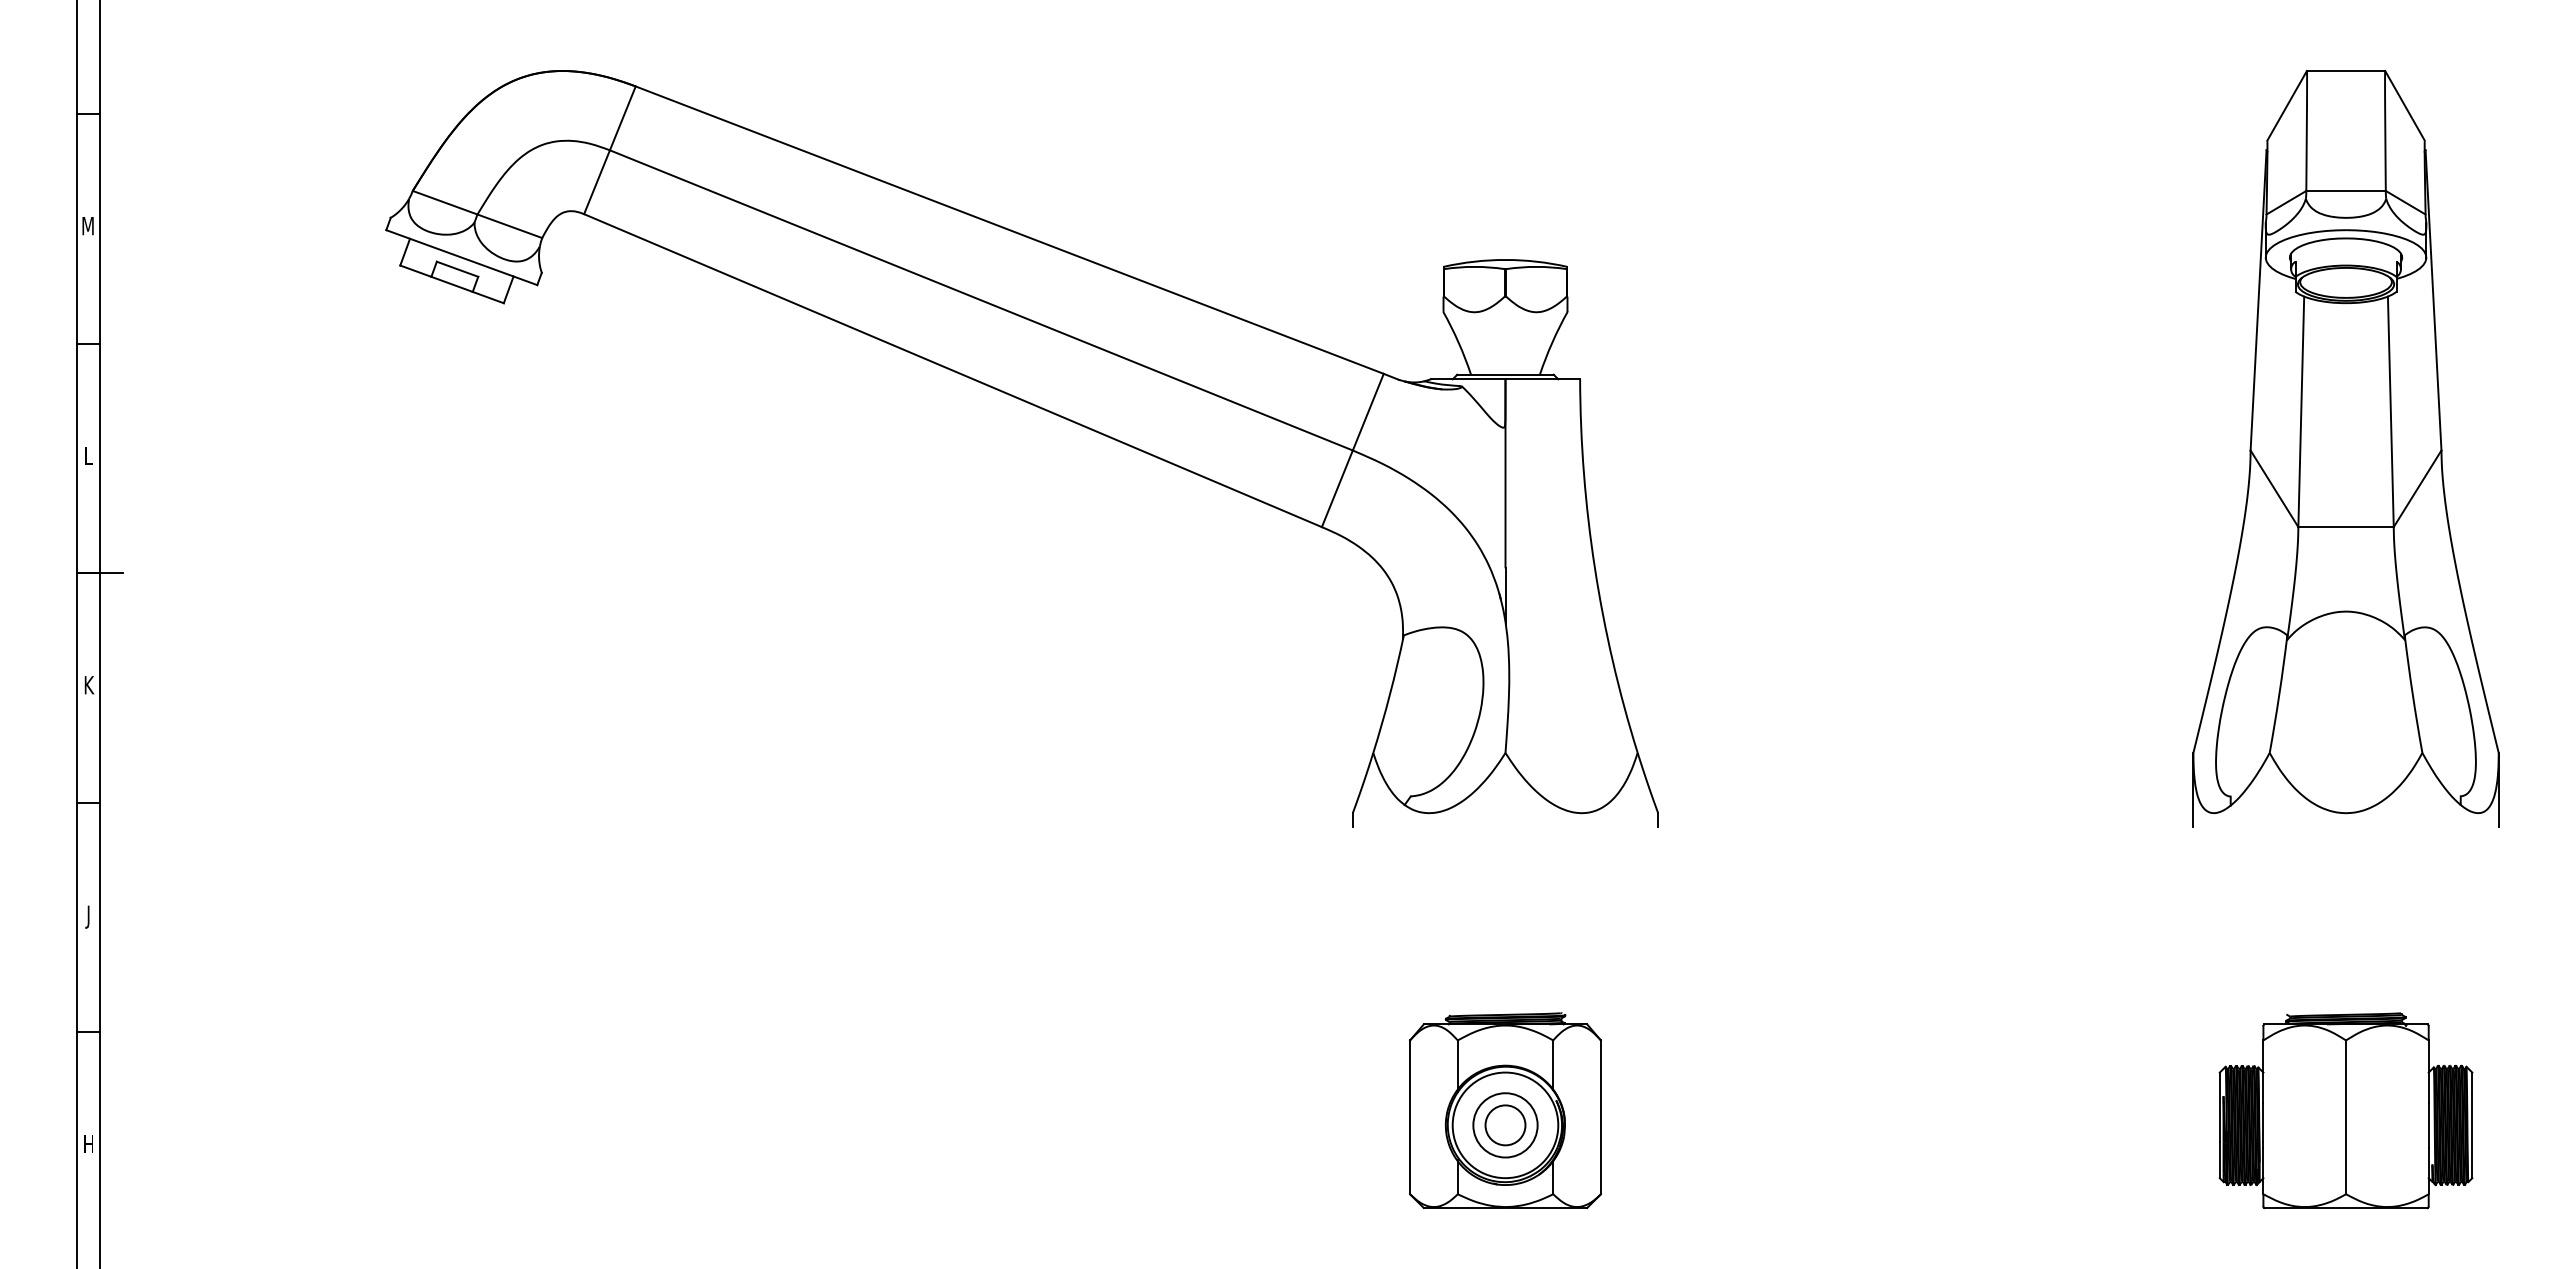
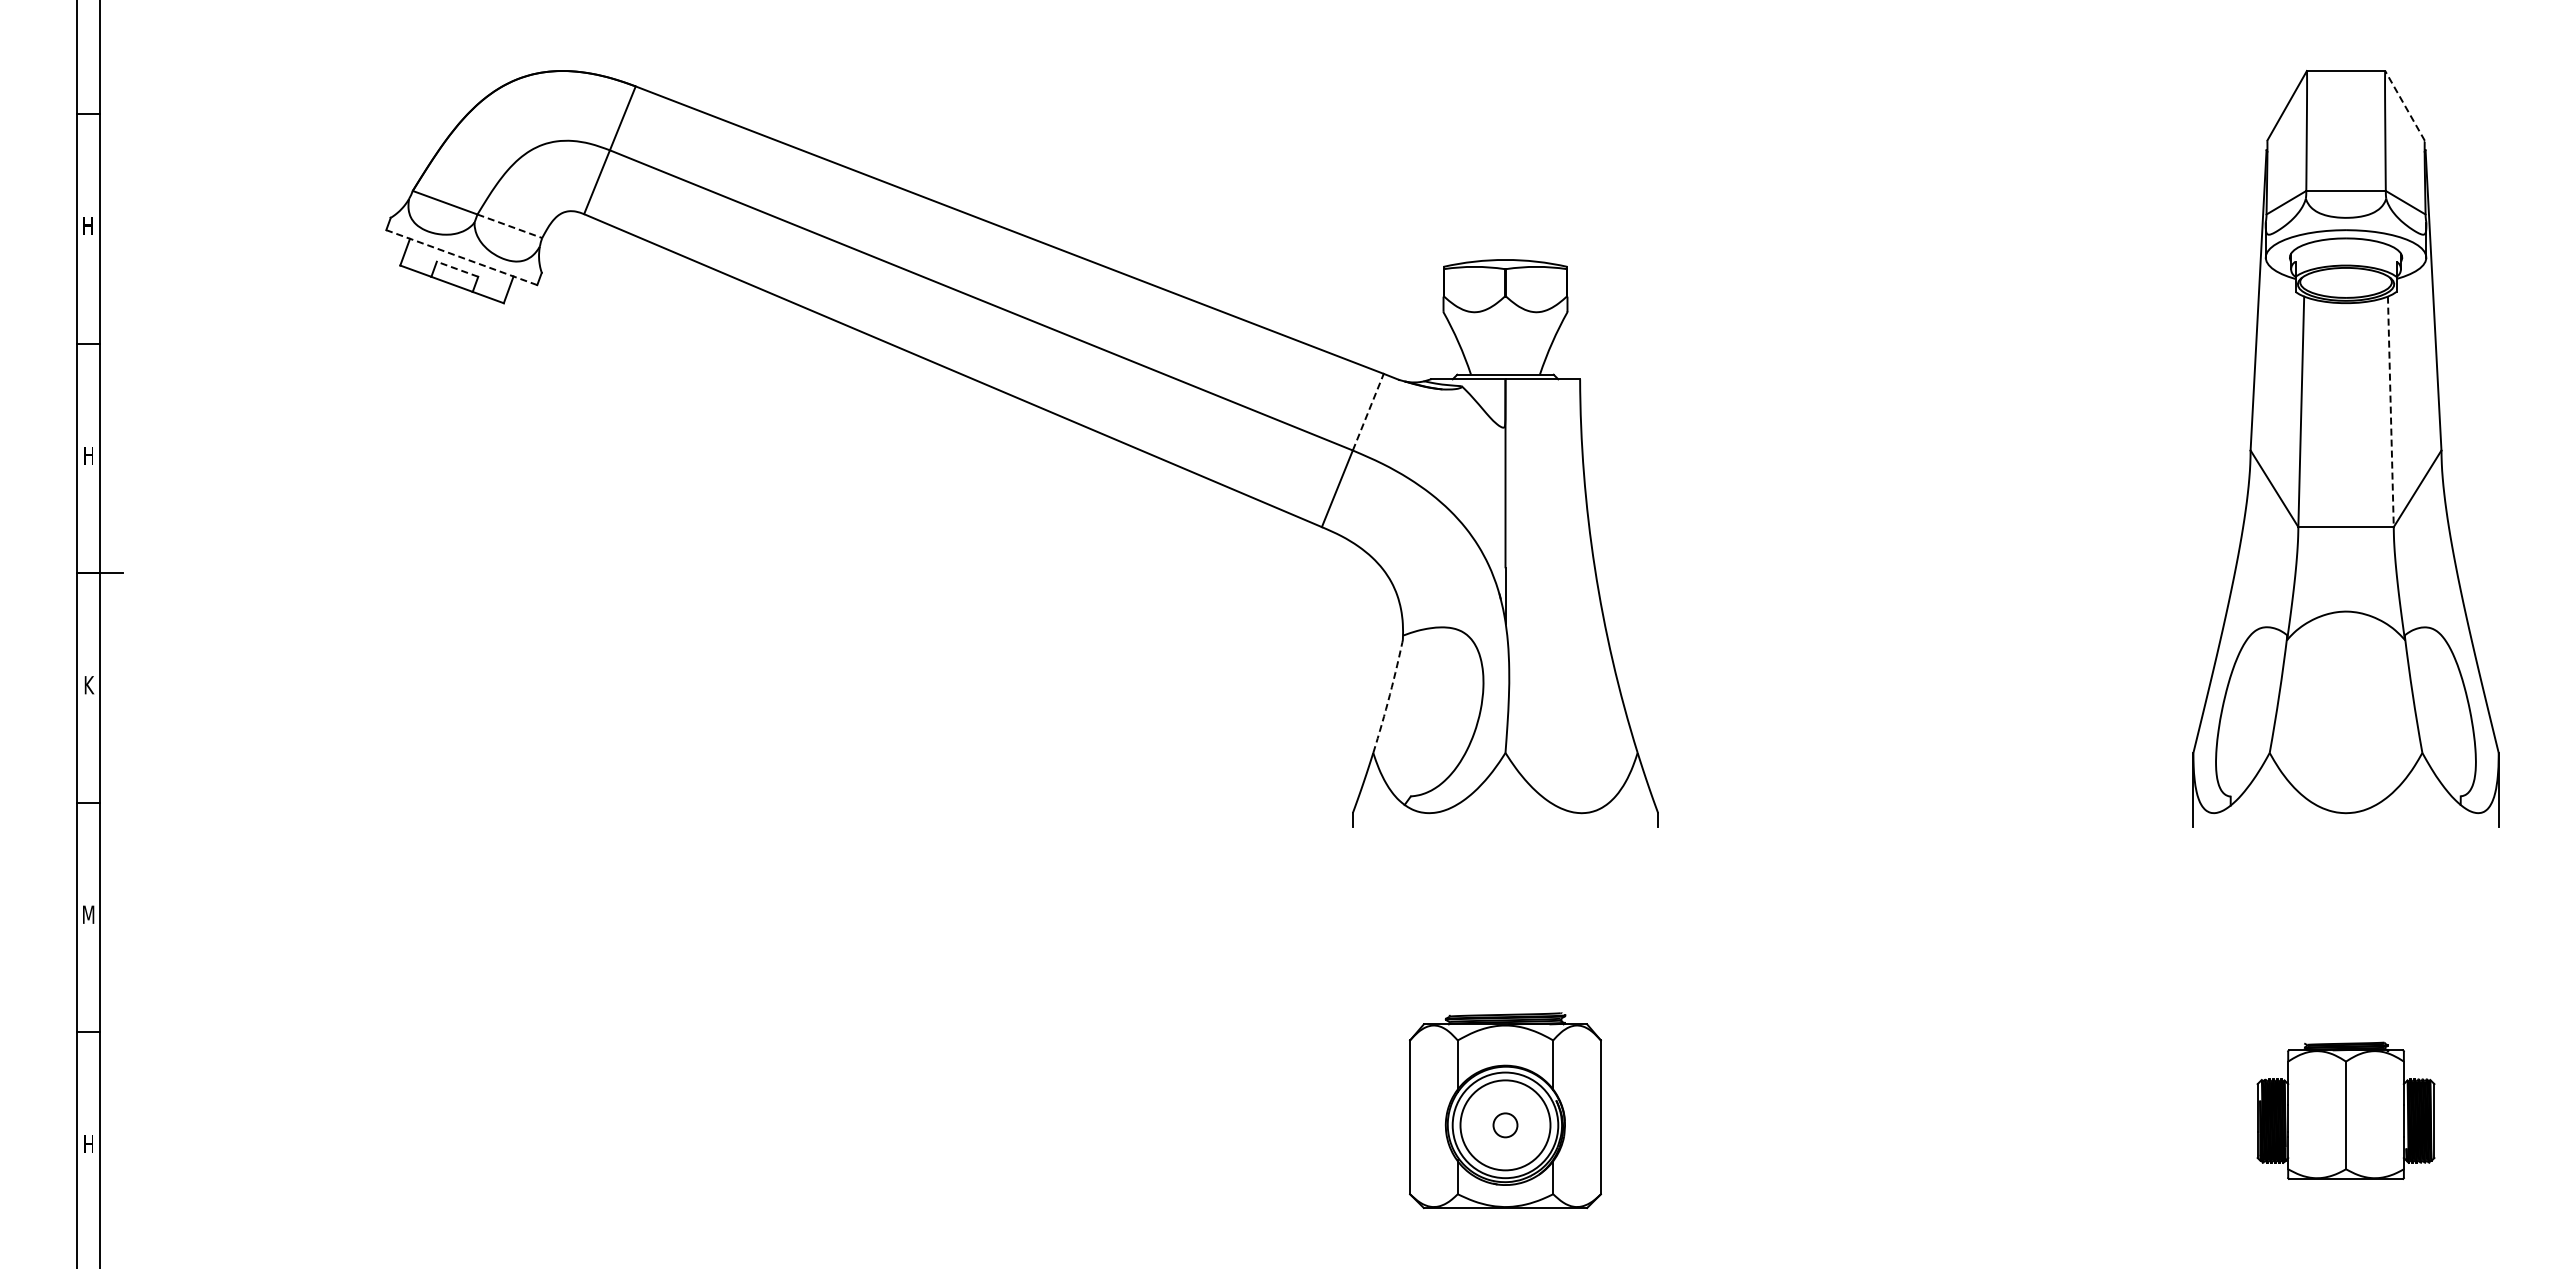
line at (2404, 105): solid -> dashed
text at (87, 226): M -> H
line at (510, 226): solid -> dashed
line at (461, 257): solid -> dashed
line at (457, 269): solid -> dashed
line at (1368, 411): solid -> dashed
line at (2390, 412): solid -> dashed
text at (88, 455): L -> H
arc at (1389, 694): solid -> dashed
text at (88, 916): J -> M
part at (2345, 1110) size: 256x198 px -> 180x139 px
circle at (1505, 1125) diameter: 40 px -> 24 px
circle at (1505, 1125) diameter: 64 px -> 90 px
